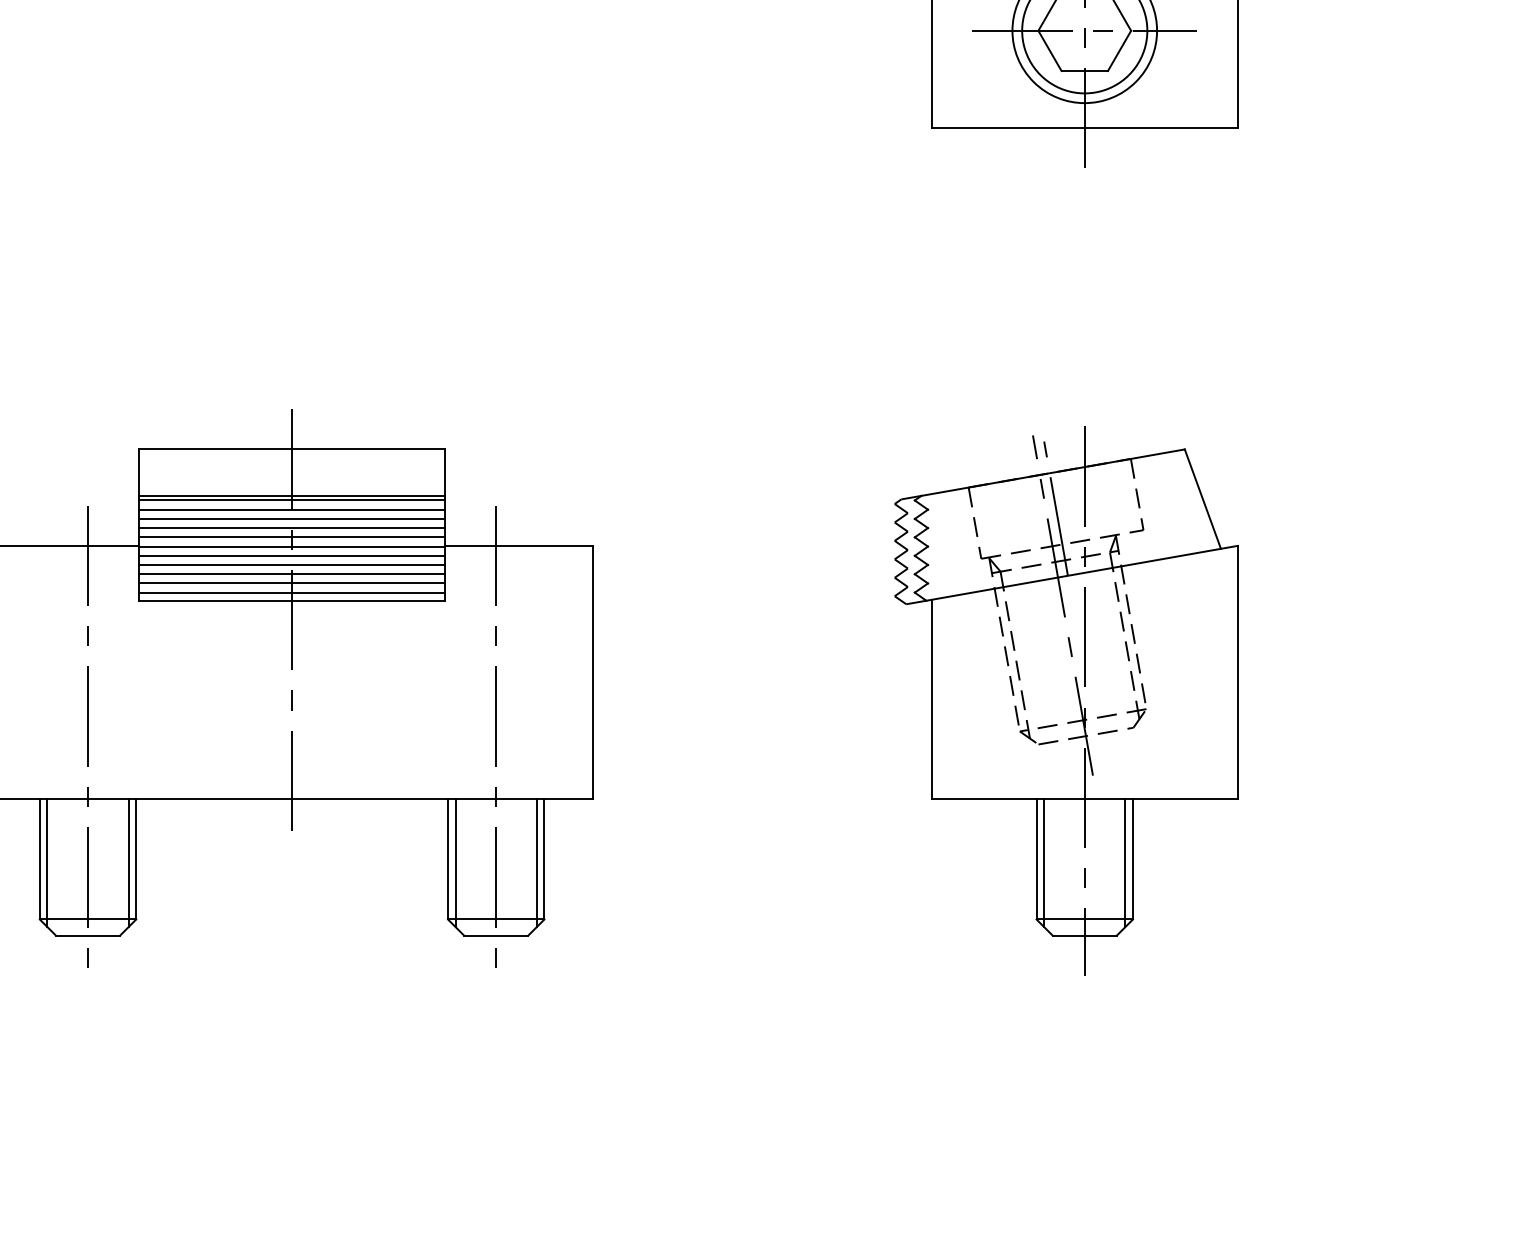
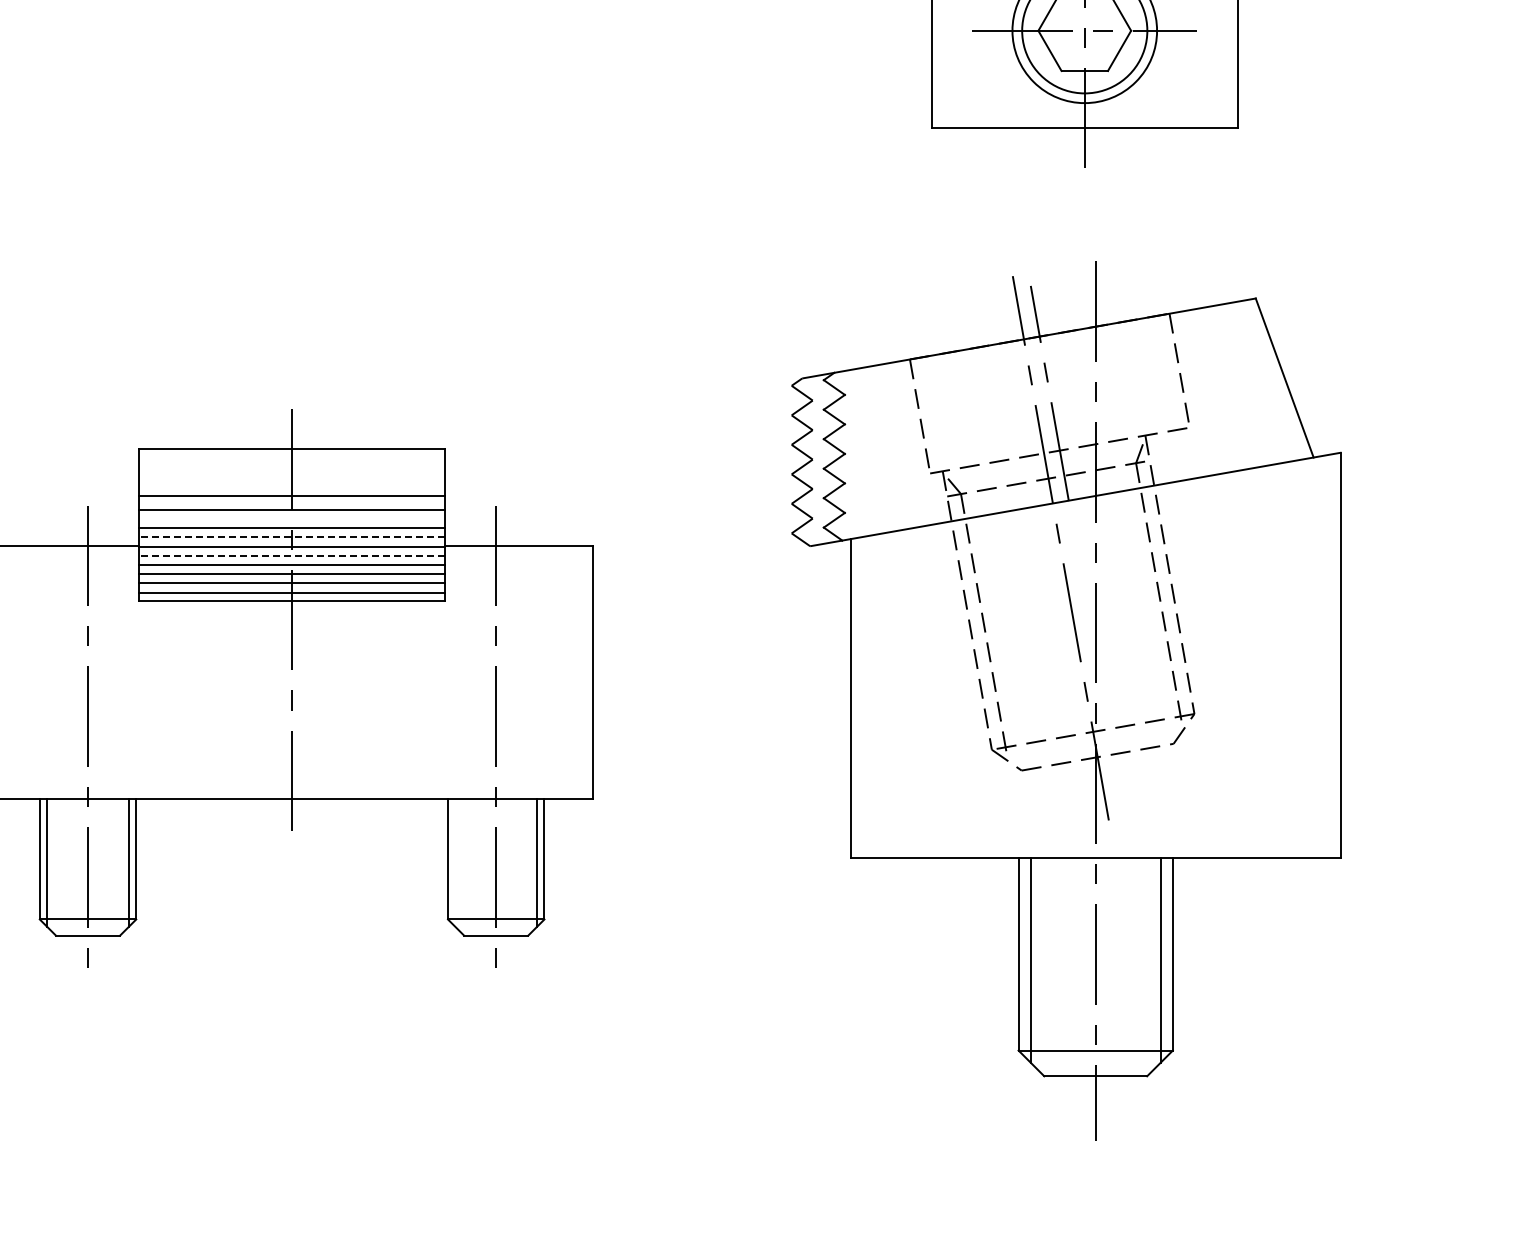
line at (292, 500): present -> none
line at (292, 518): present -> none
line at (291, 537): solid -> dashed
line at (291, 555): solid -> dashed
part at (1066, 700) size: 345x550 px -> 551x880 px
line at (455, 862): present -> none
